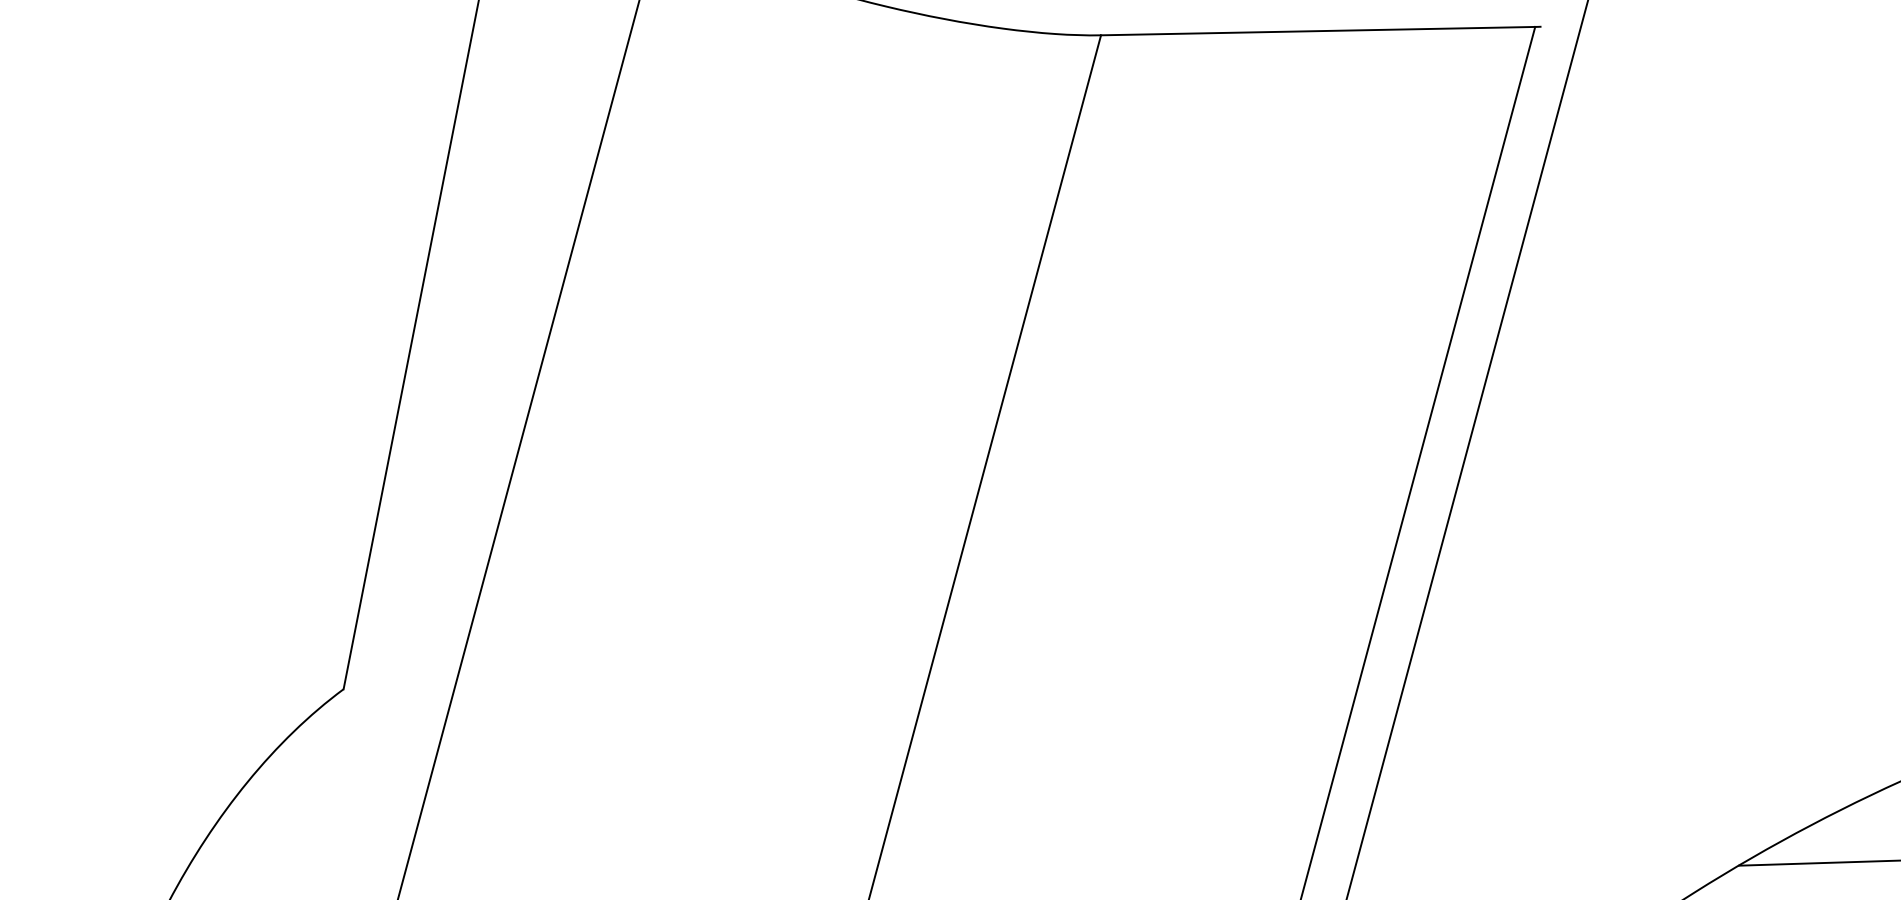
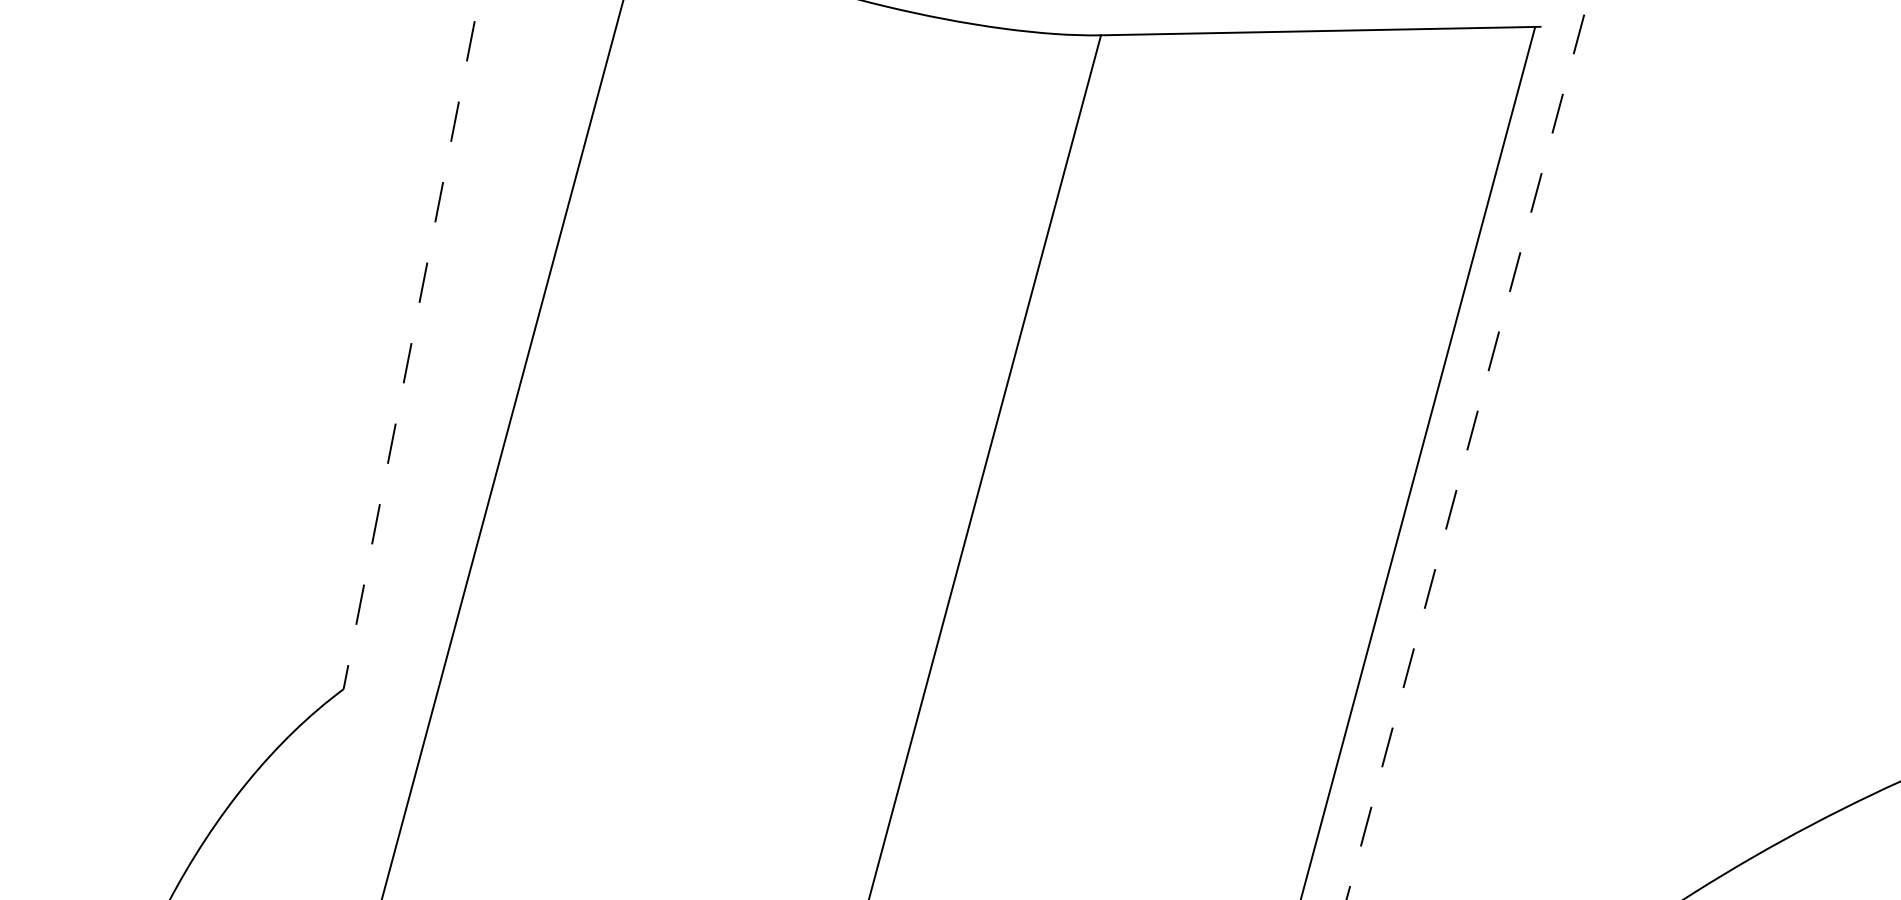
line at (411, 344): solid -> dashed
line at (518, 449) position: (518, 449) -> (502, 449)
line at (1467, 449): solid -> dashed
line at (1818, 862): present -> none
